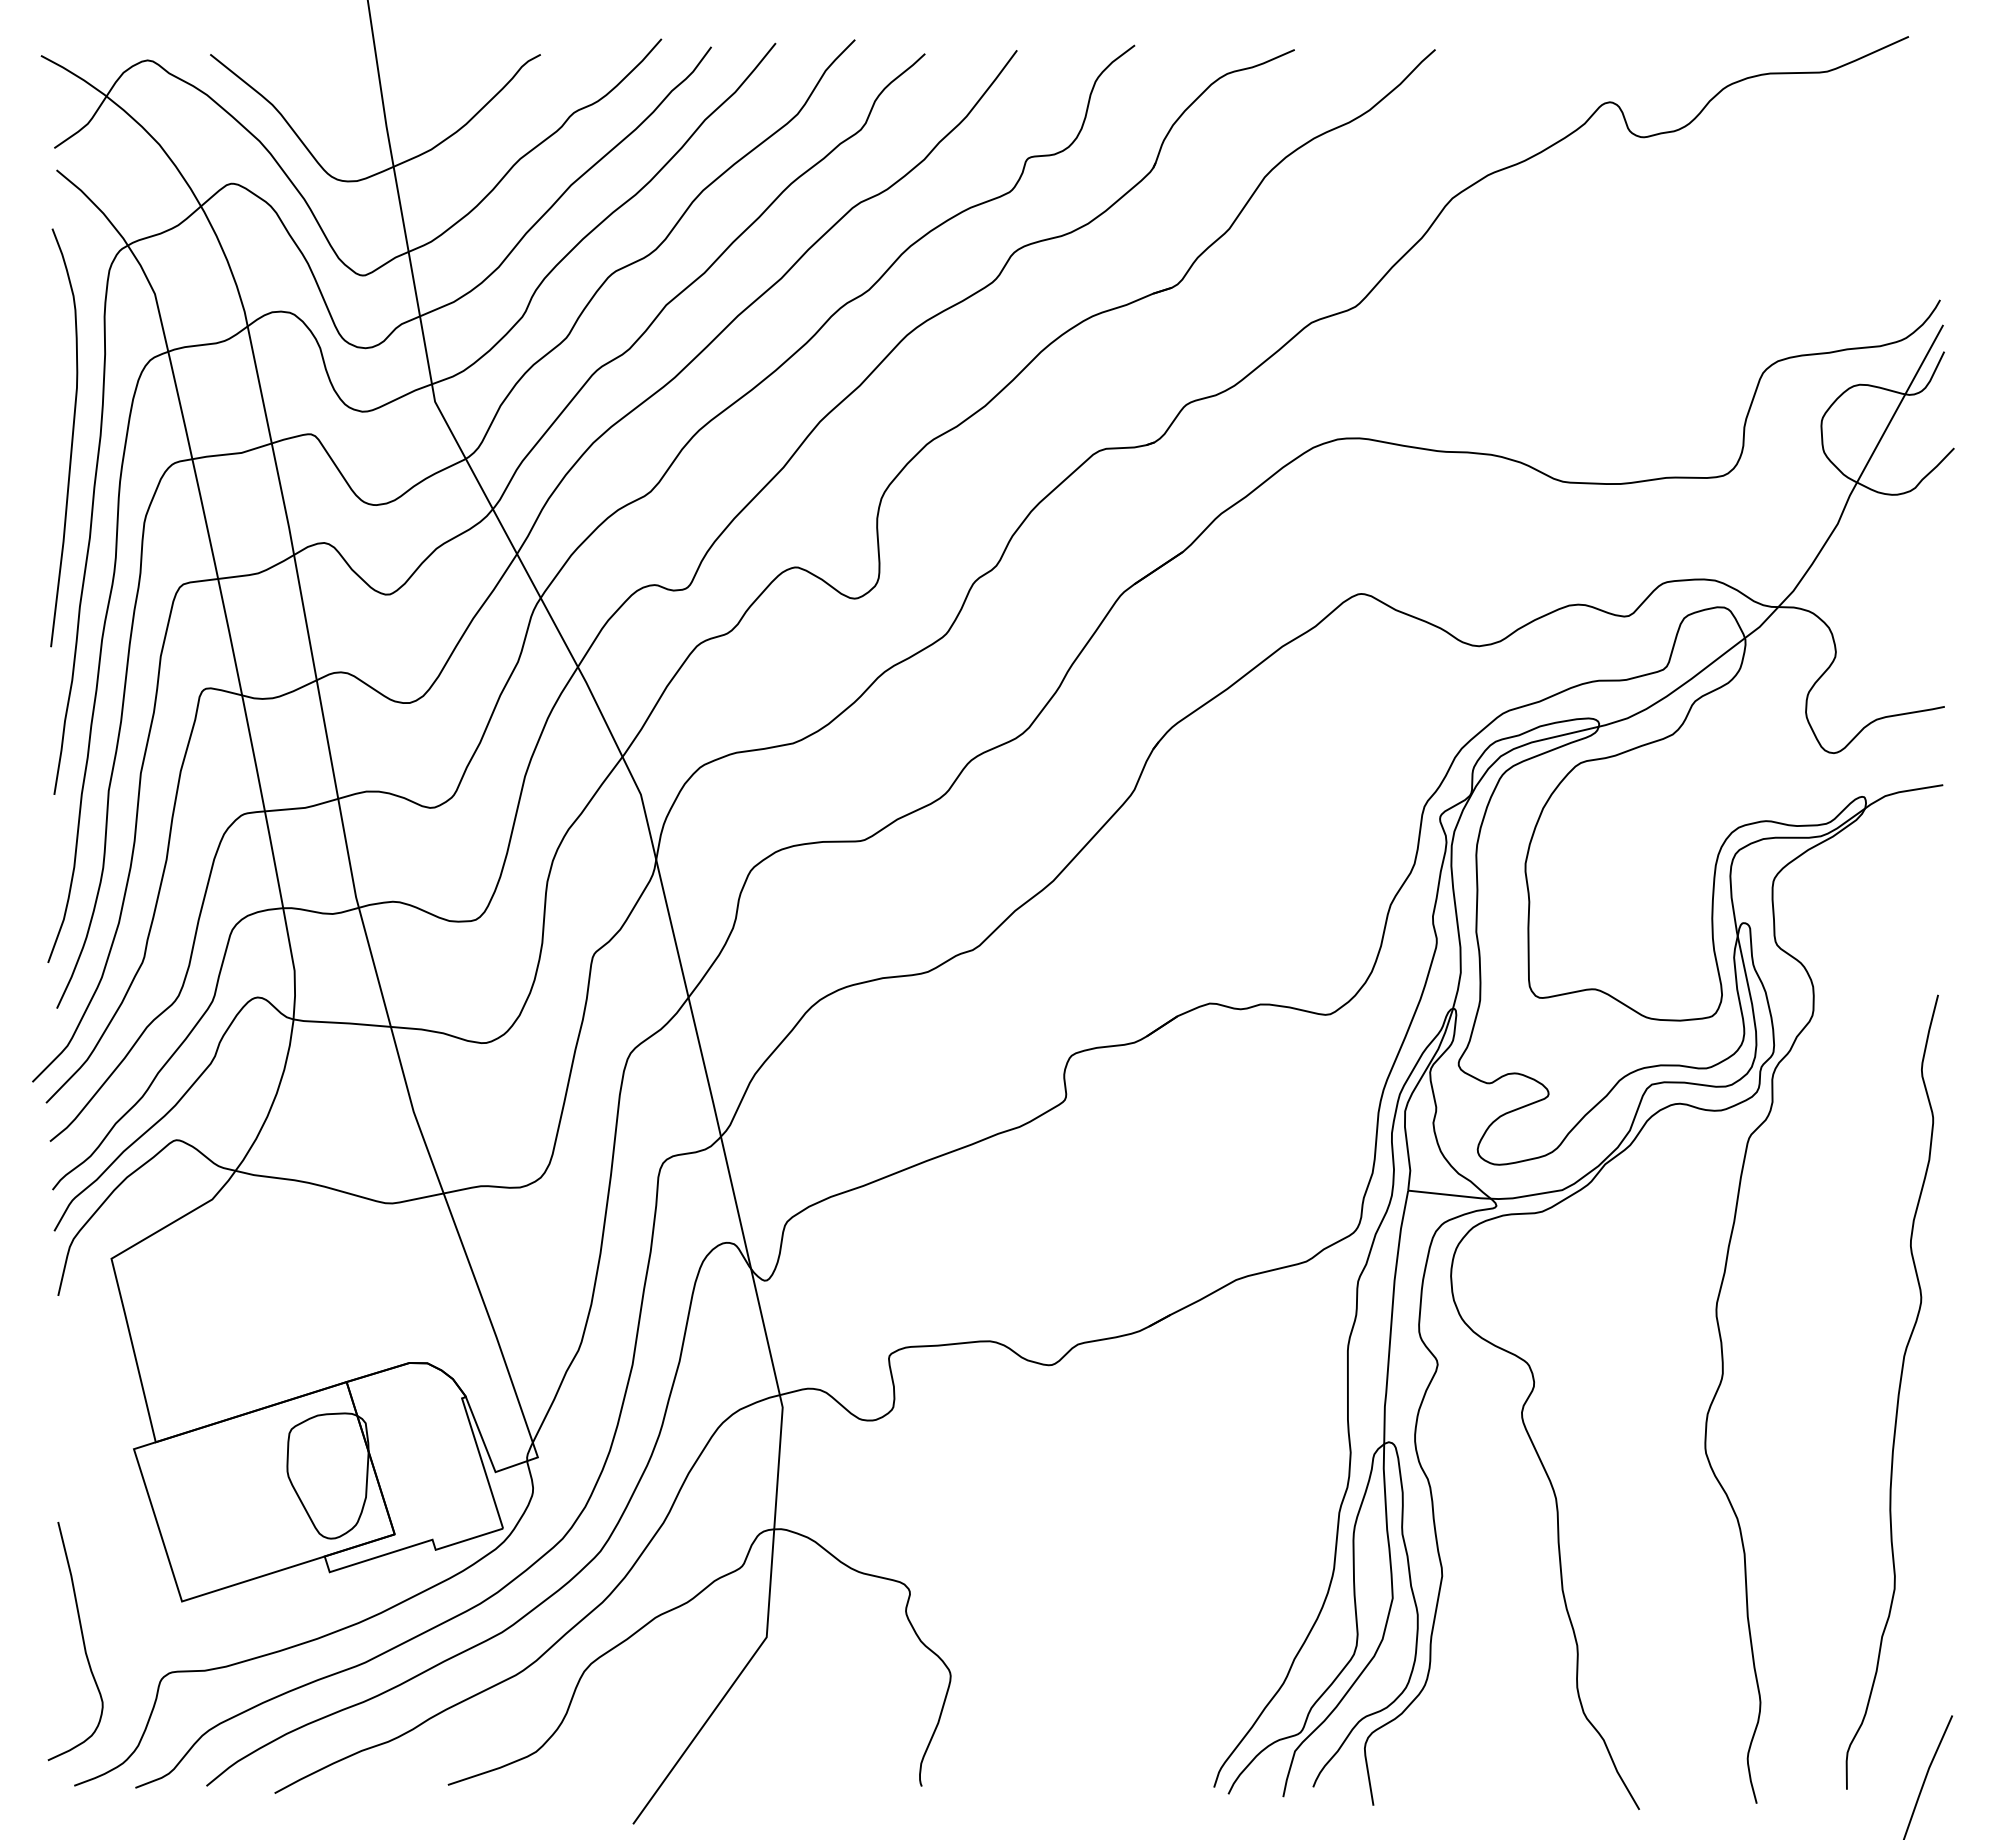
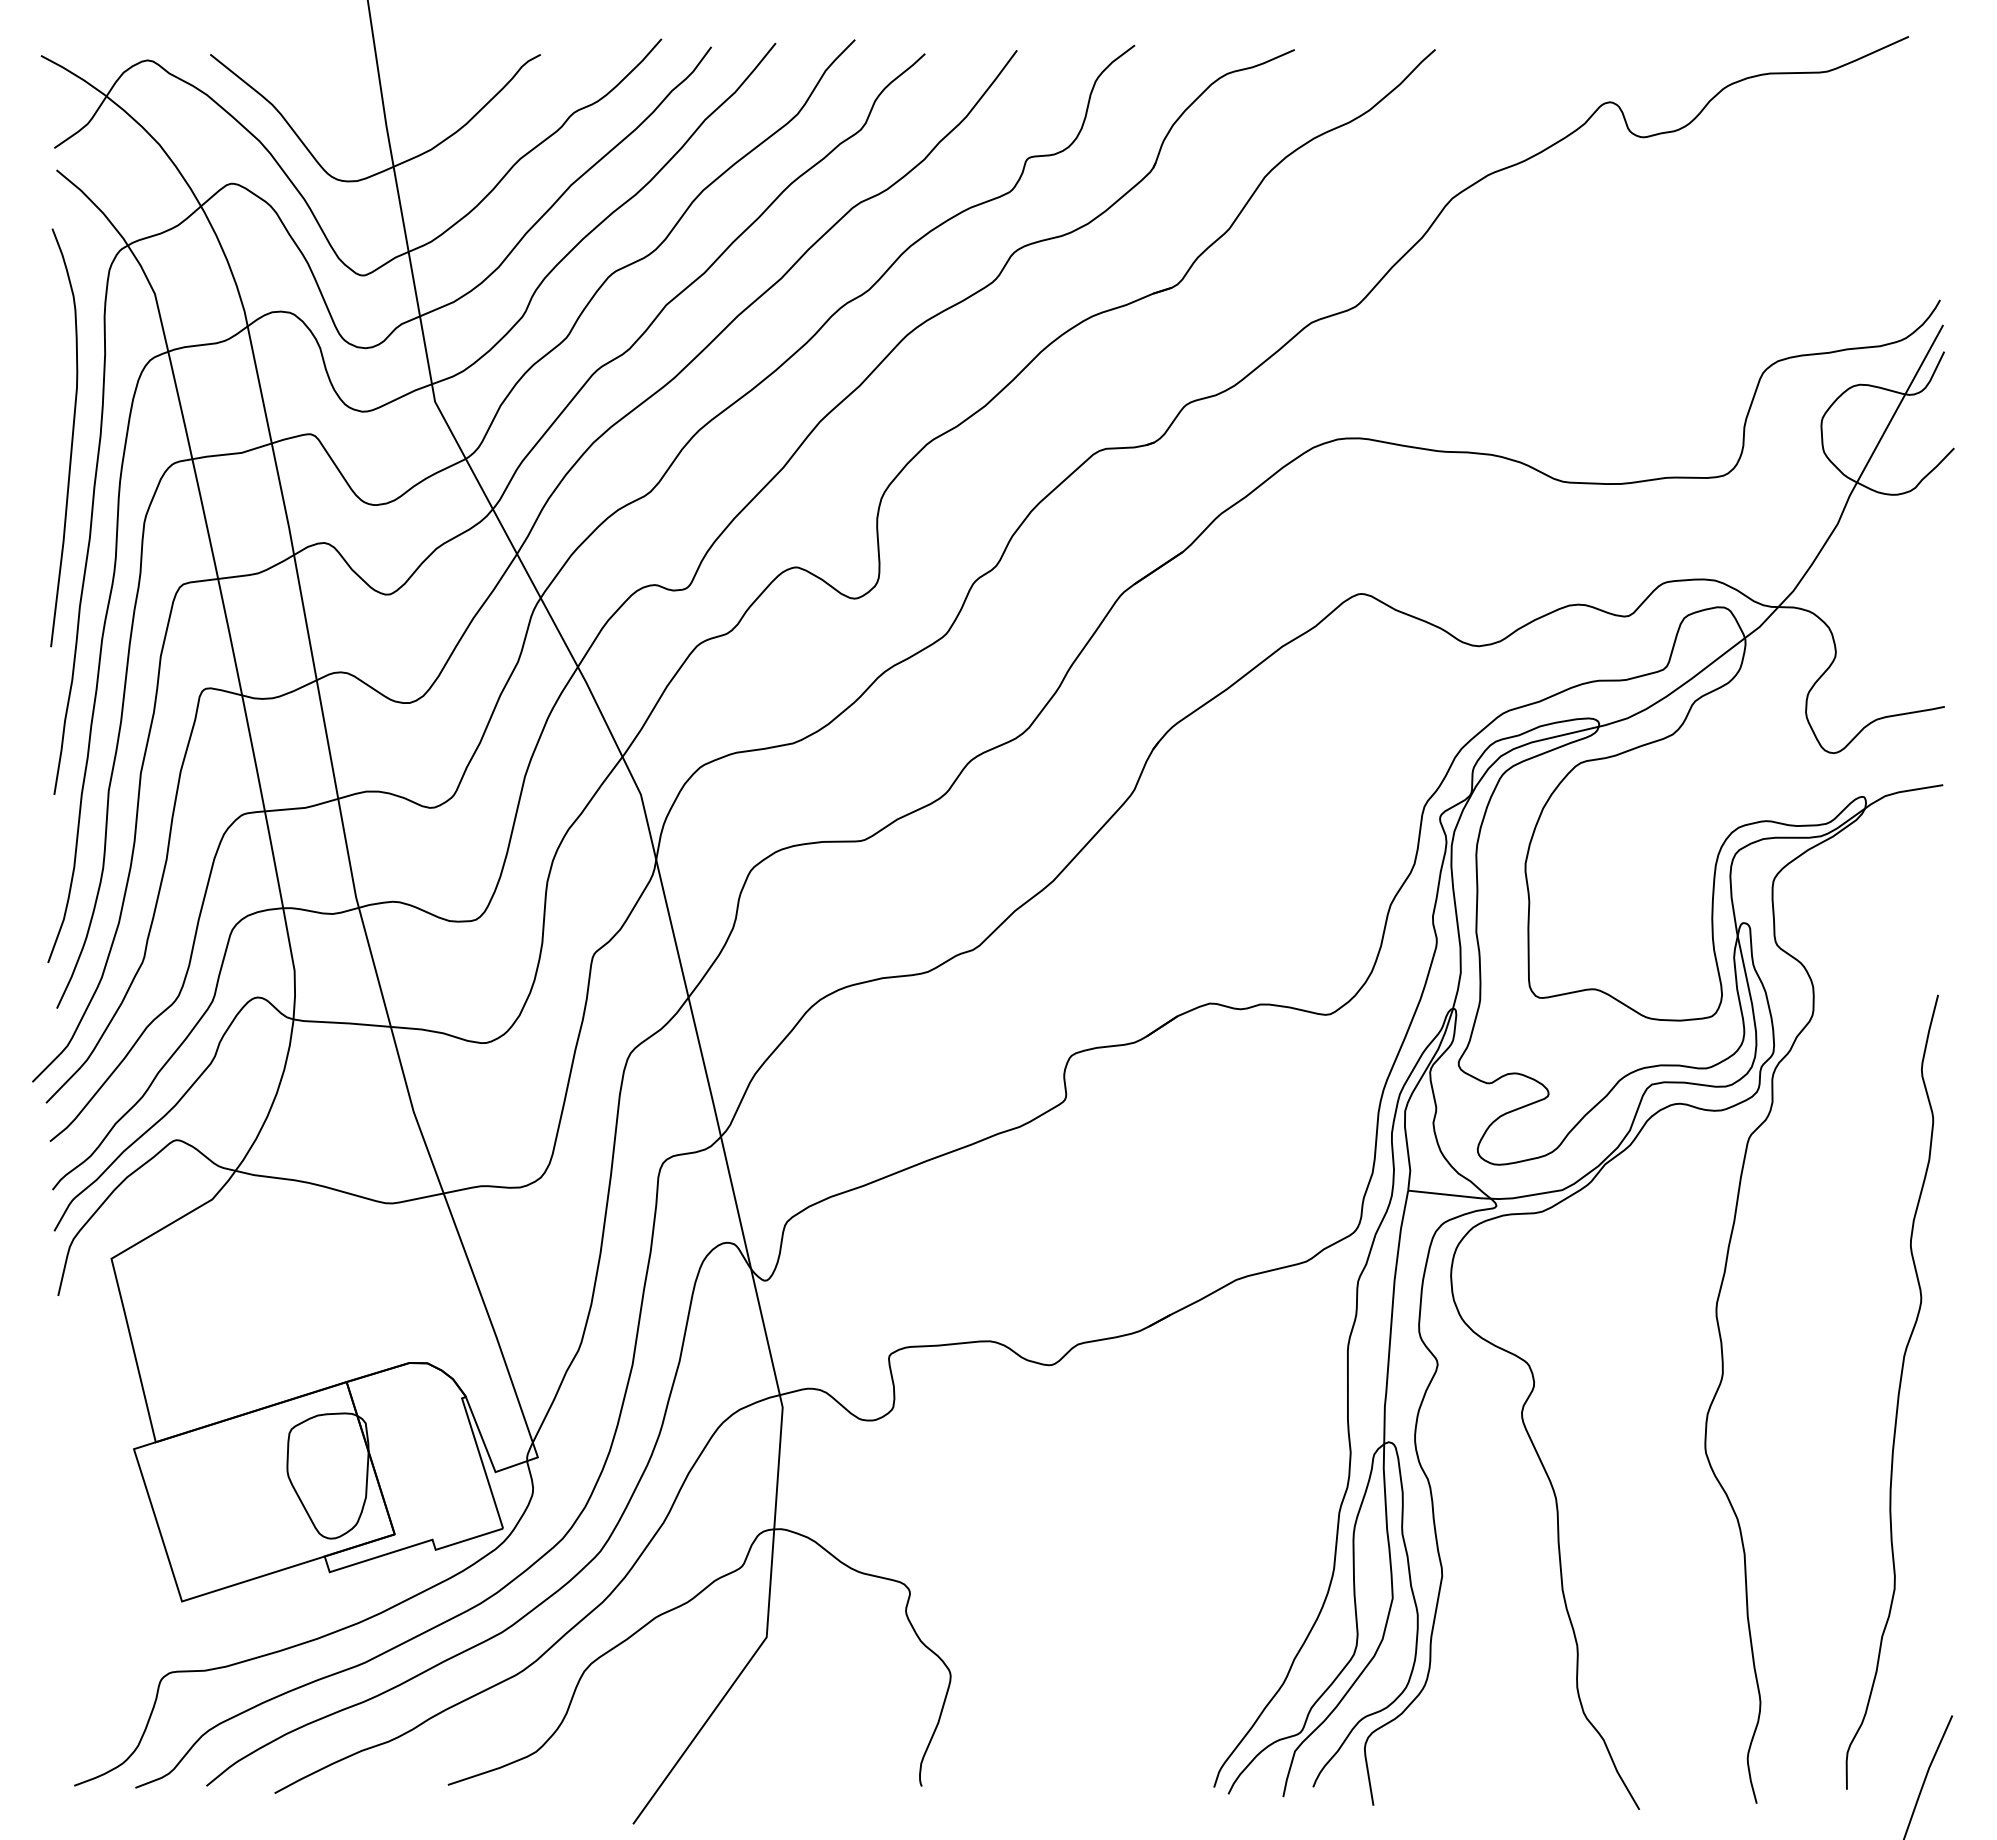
curve at (82, 1641): present -> none
